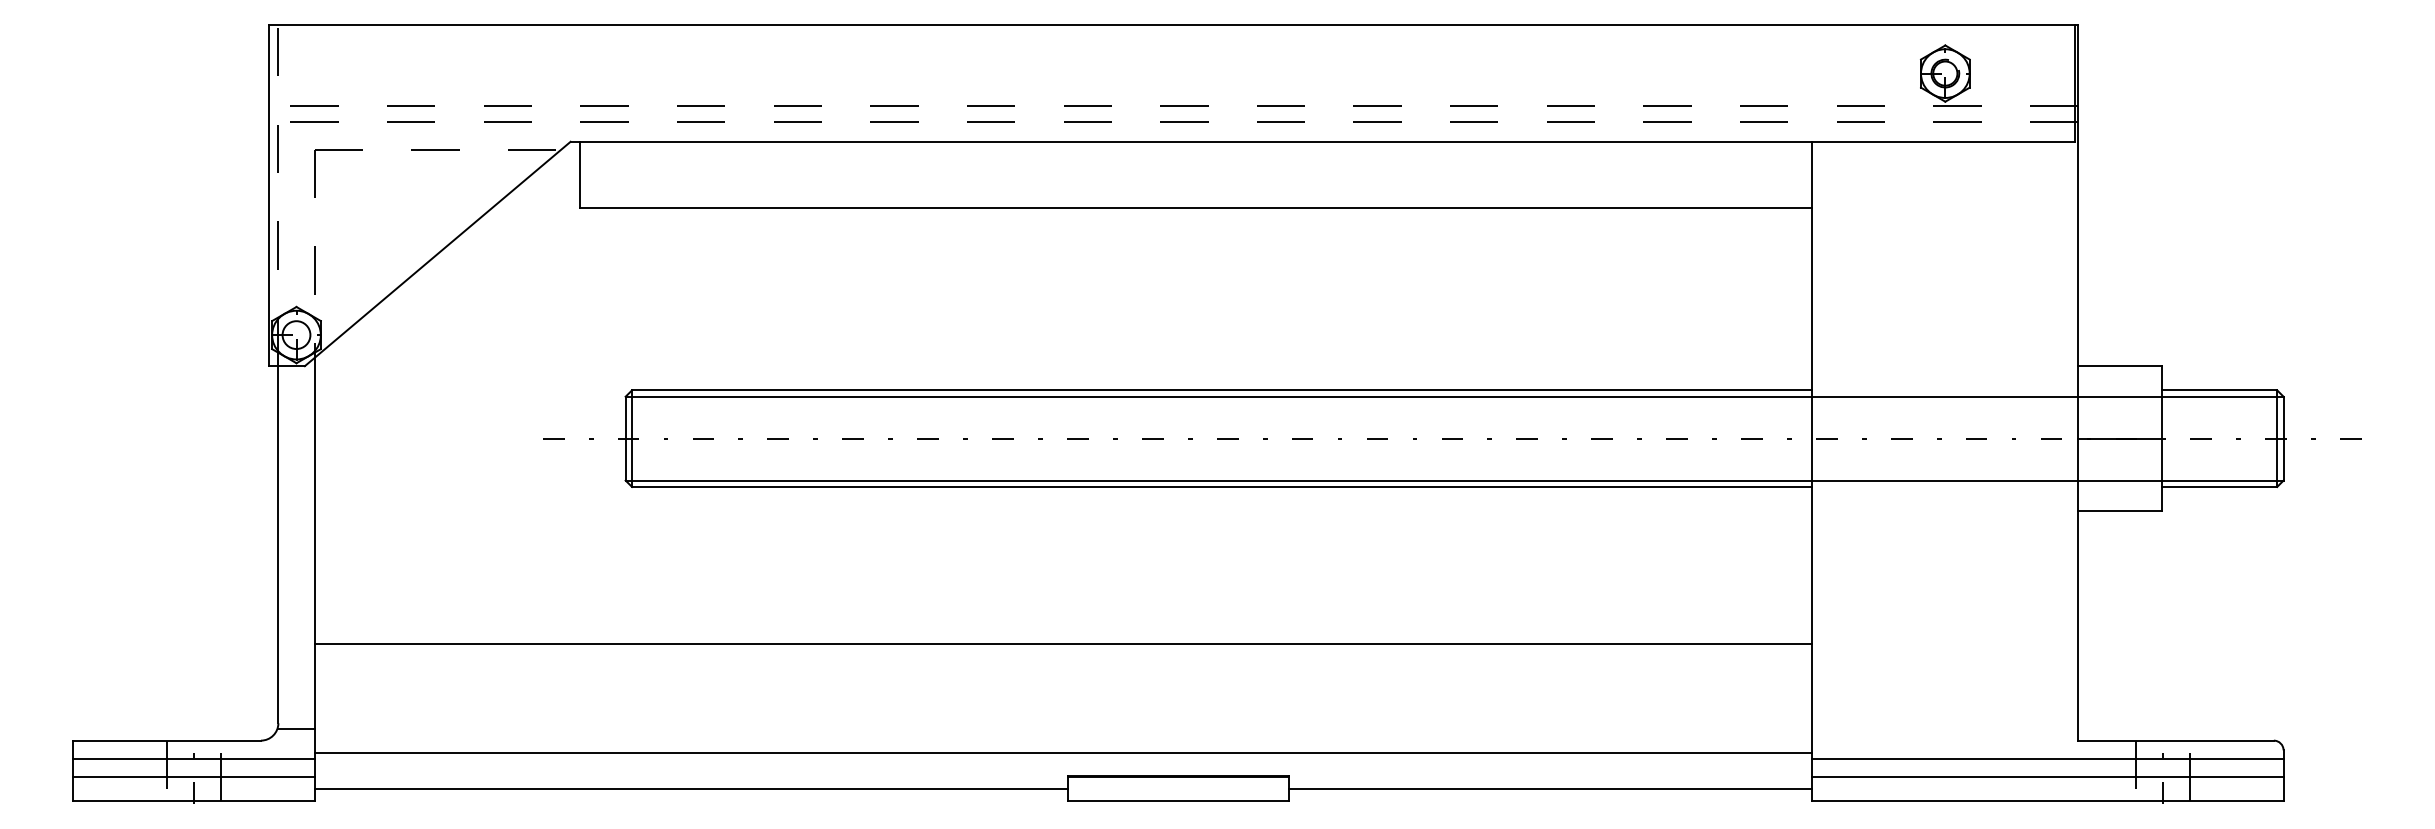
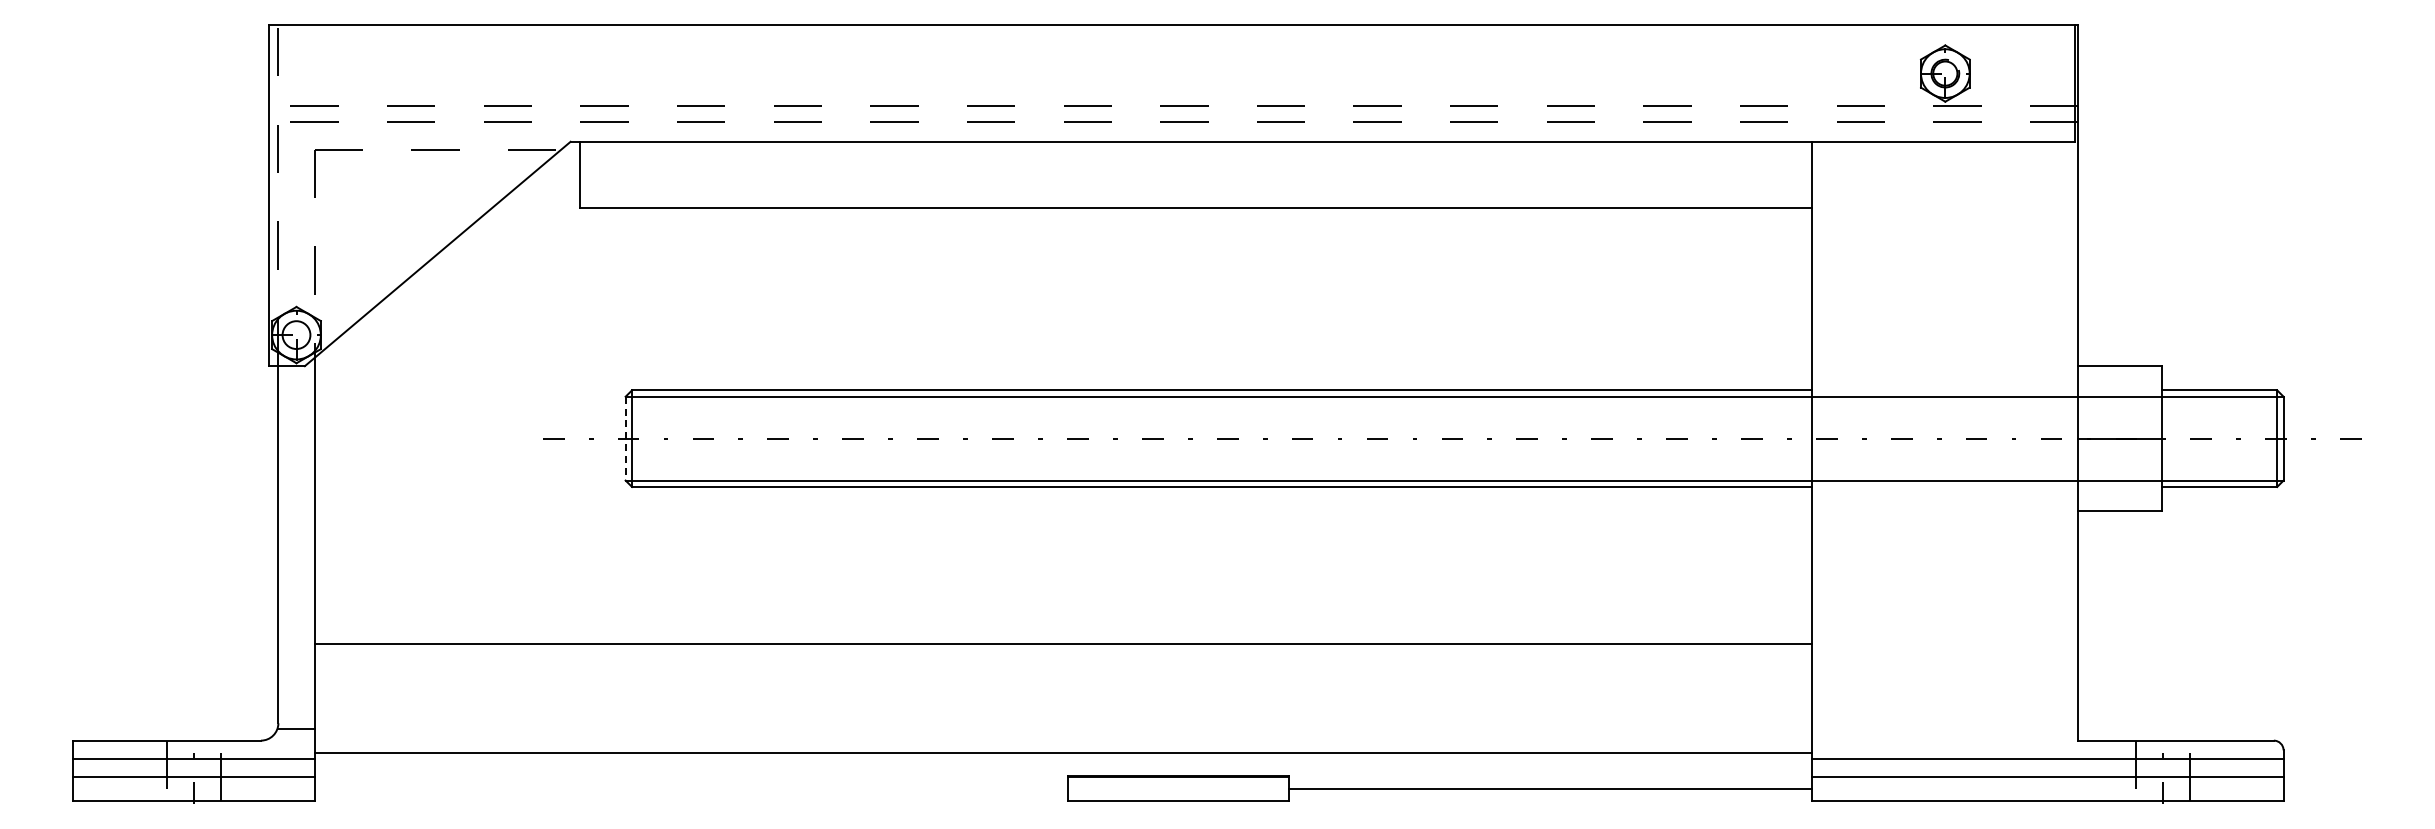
line at (625, 438): solid -> dashed
line at (690, 788): present -> none
